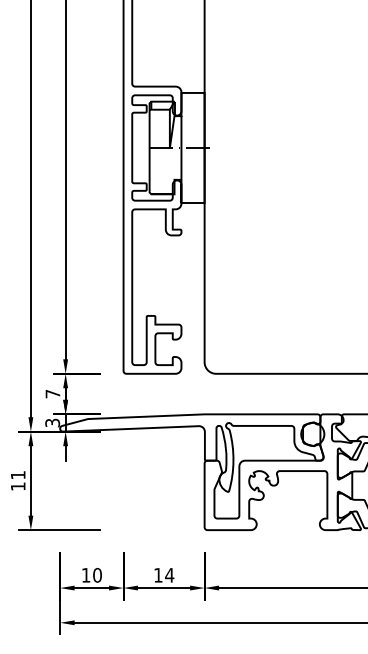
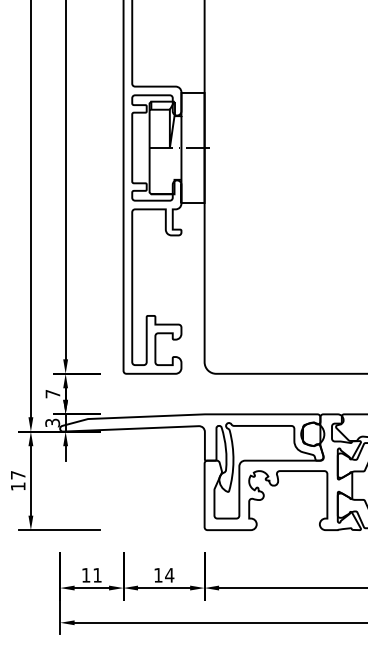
text at (18, 475): 11 -> 17
text at (97, 574): 10 -> 11
